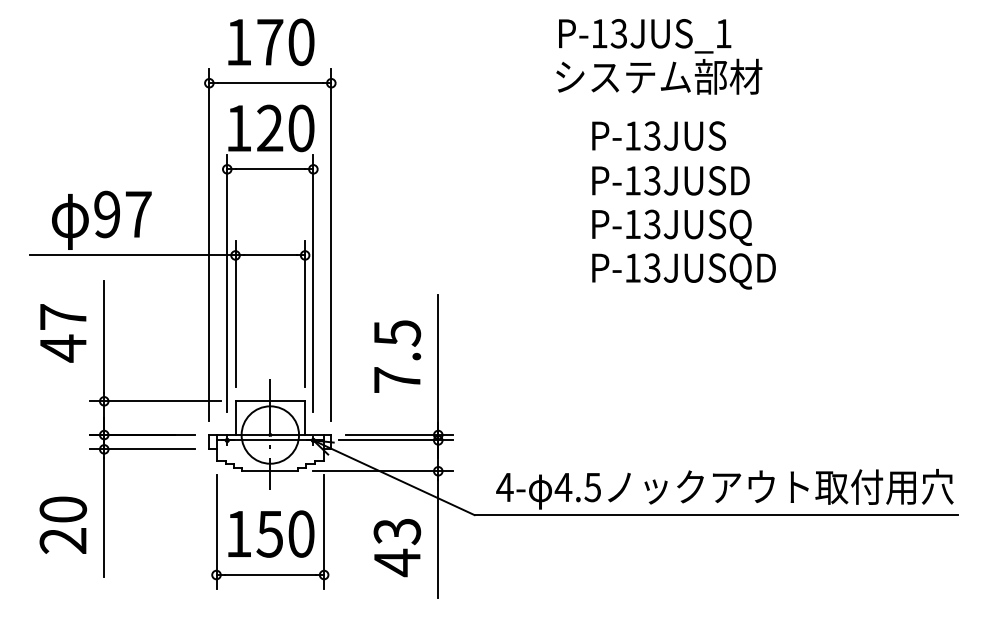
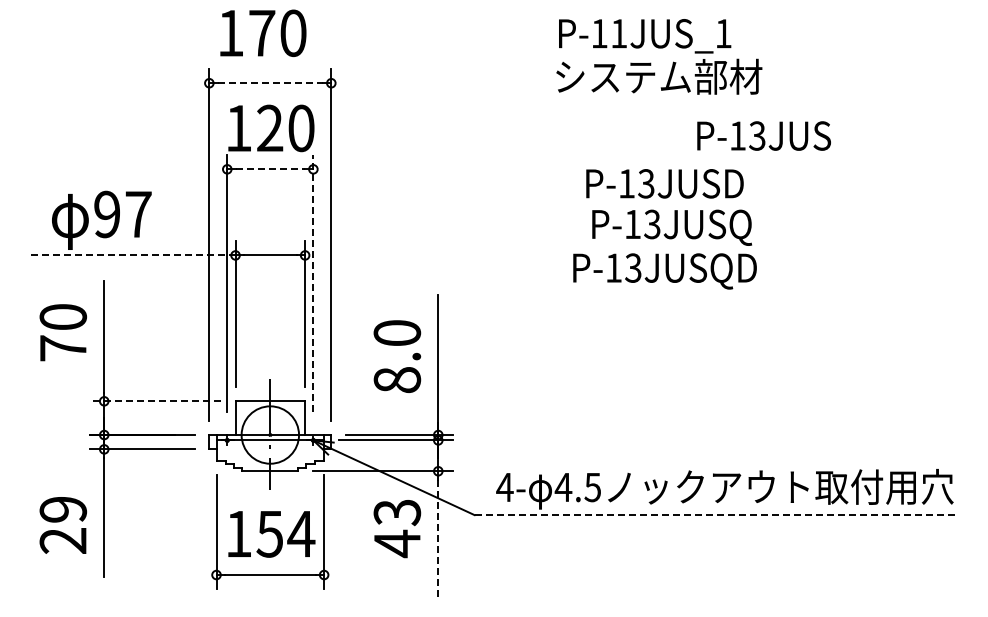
text at (618, 33): P-13JUS_1 -> P-11JUS_1
text at (271, 41) position: (271, 41) -> (263, 32)
line at (270, 83): solid -> dashed
text at (658, 135) position: (658, 135) -> (763, 135)
line at (270, 169): solid -> dashed
text at (670, 180) position: (670, 180) -> (664, 183)
line at (132, 255): solid -> dashed
text at (683, 271) position: (683, 271) -> (664, 271)
line at (313, 282): solid -> dashed
text at (63, 333): 47 -> 70
text at (397, 356): 7.5 -> 8.0
line at (155, 401): solid -> dashed
text at (63, 509): 20 -> 29
line at (716, 515): solid -> dashed
text at (301, 533): 150 -> 154
line at (438, 539): solid -> dashed
text at (397, 548) position: (397, 548) -> (397, 529)
